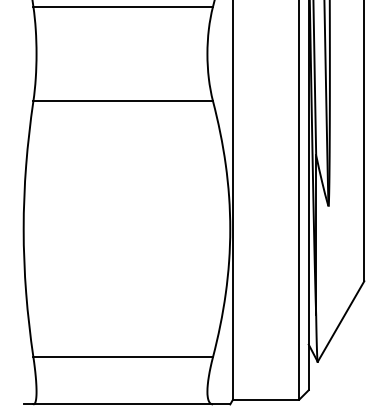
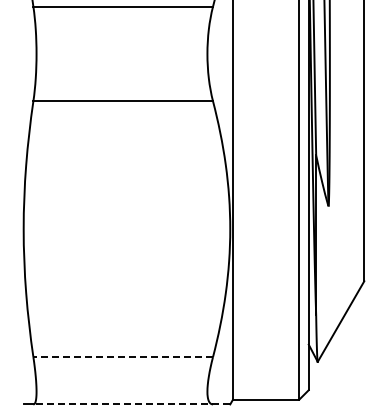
line at (123, 357): solid -> dashed
line at (131, 404): solid -> dashed
